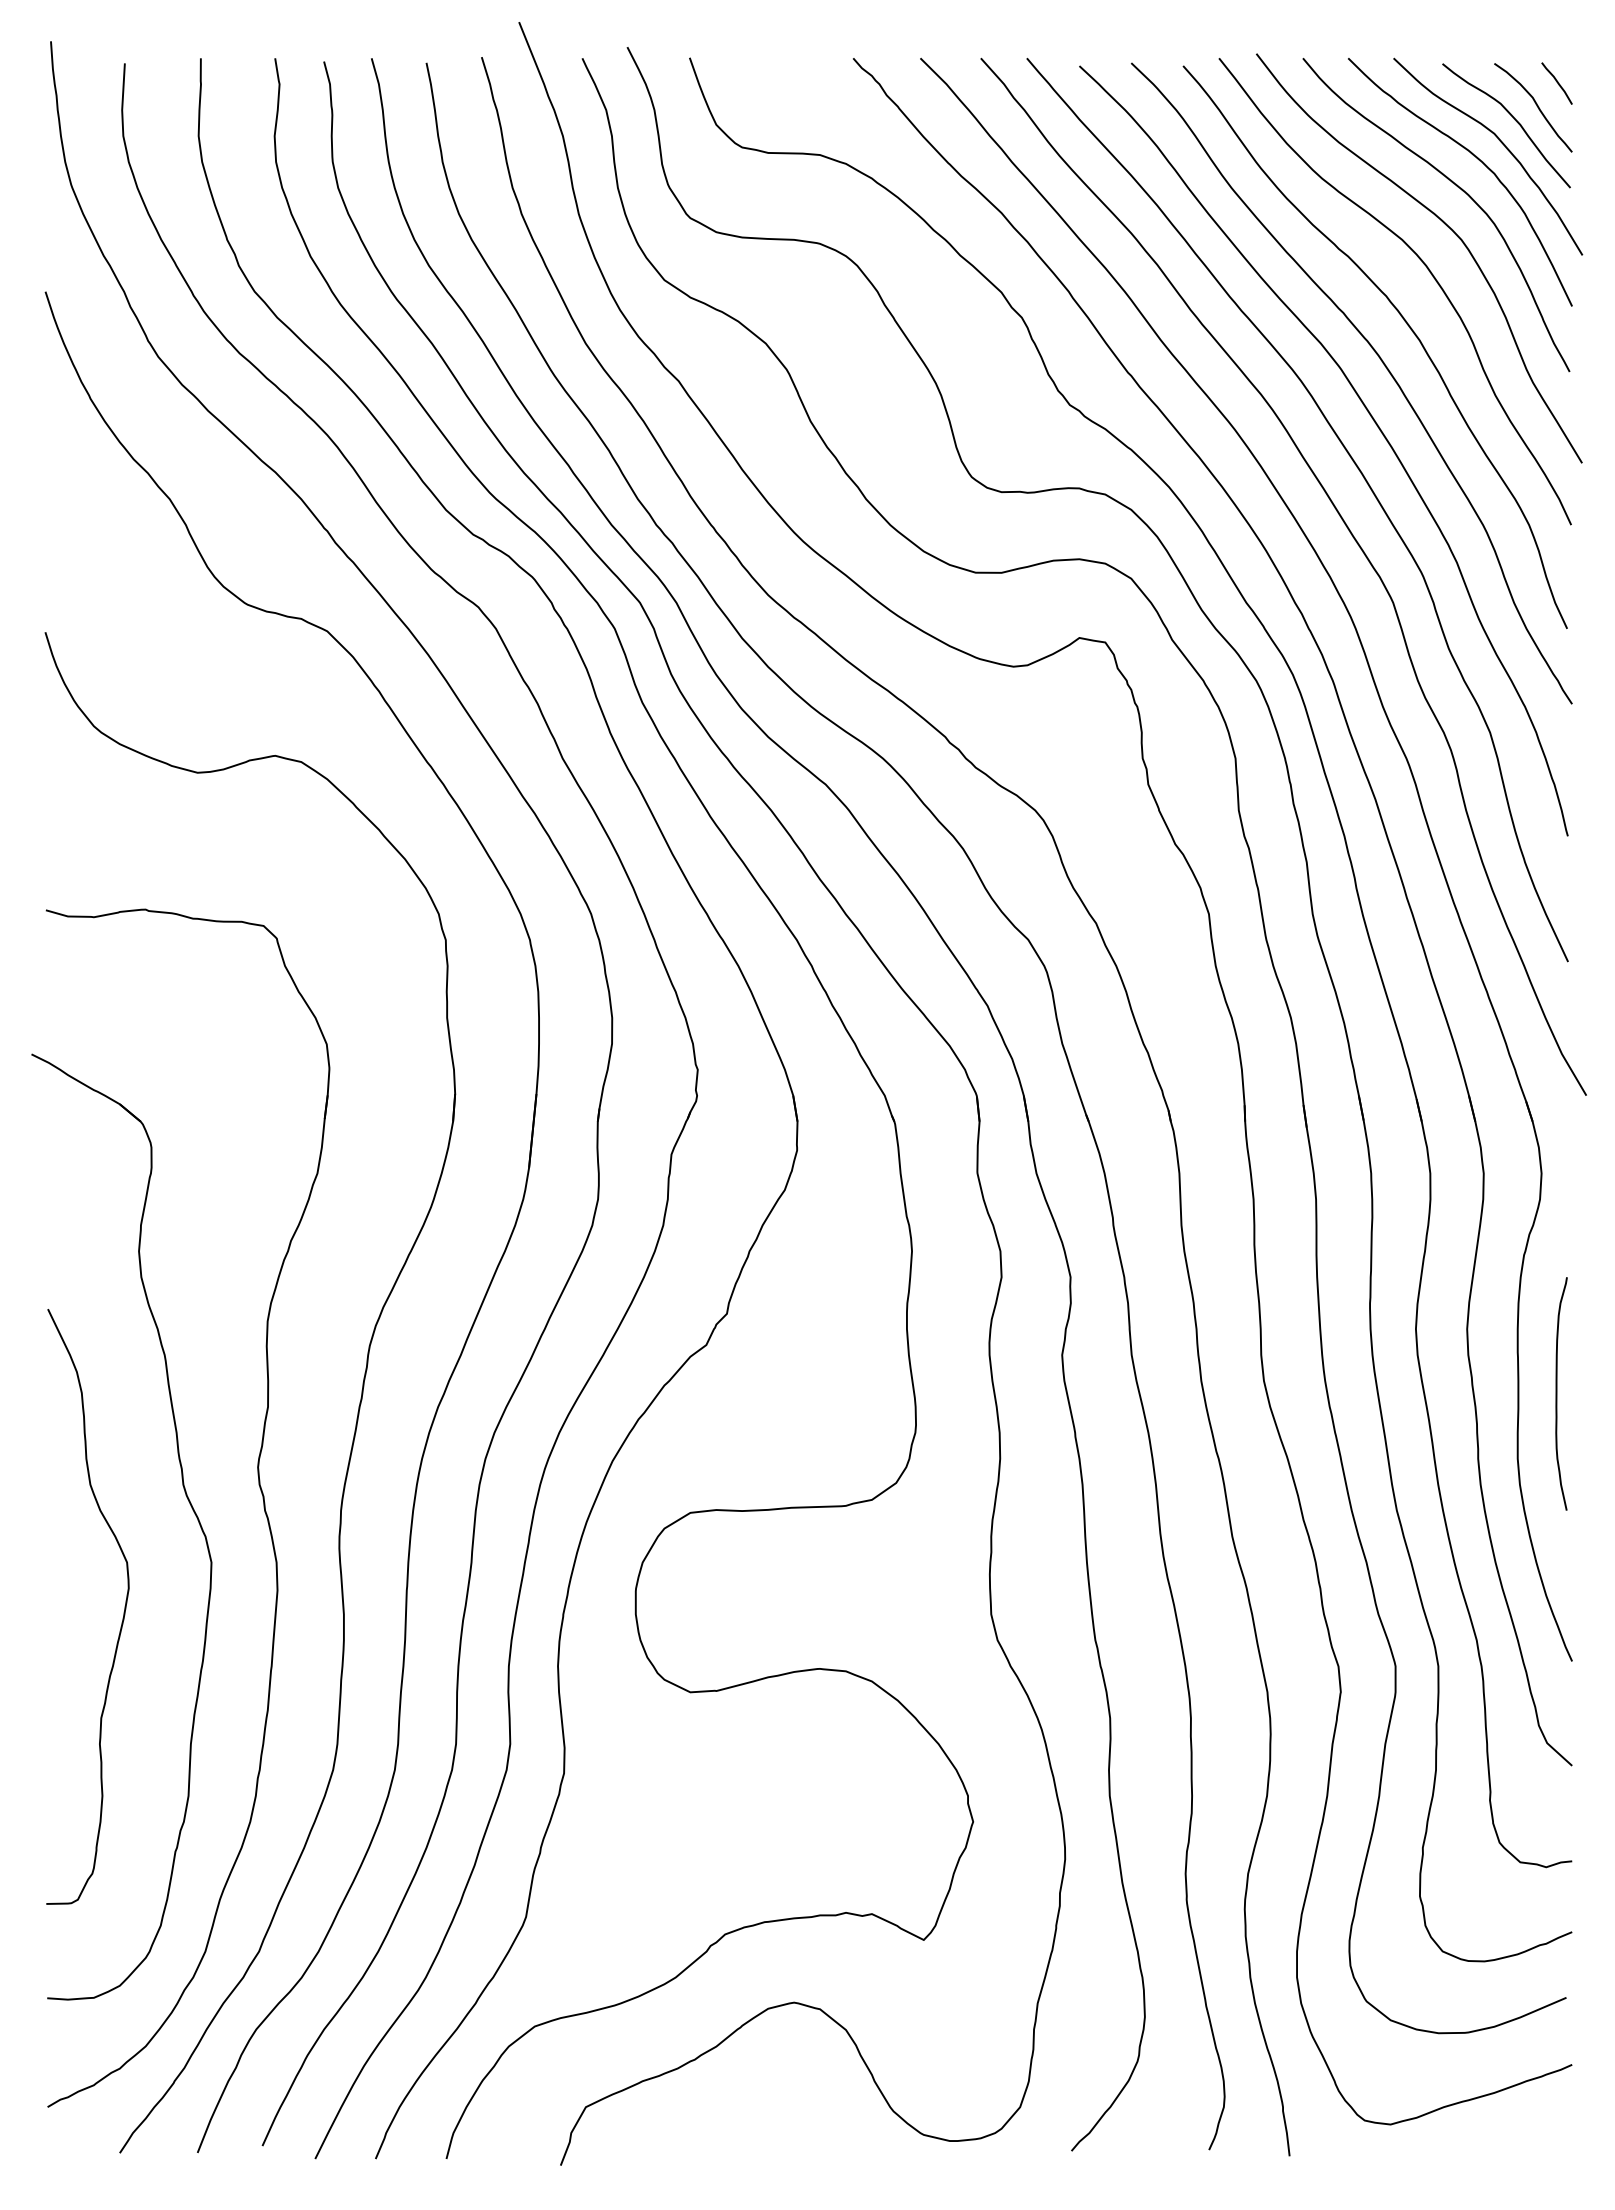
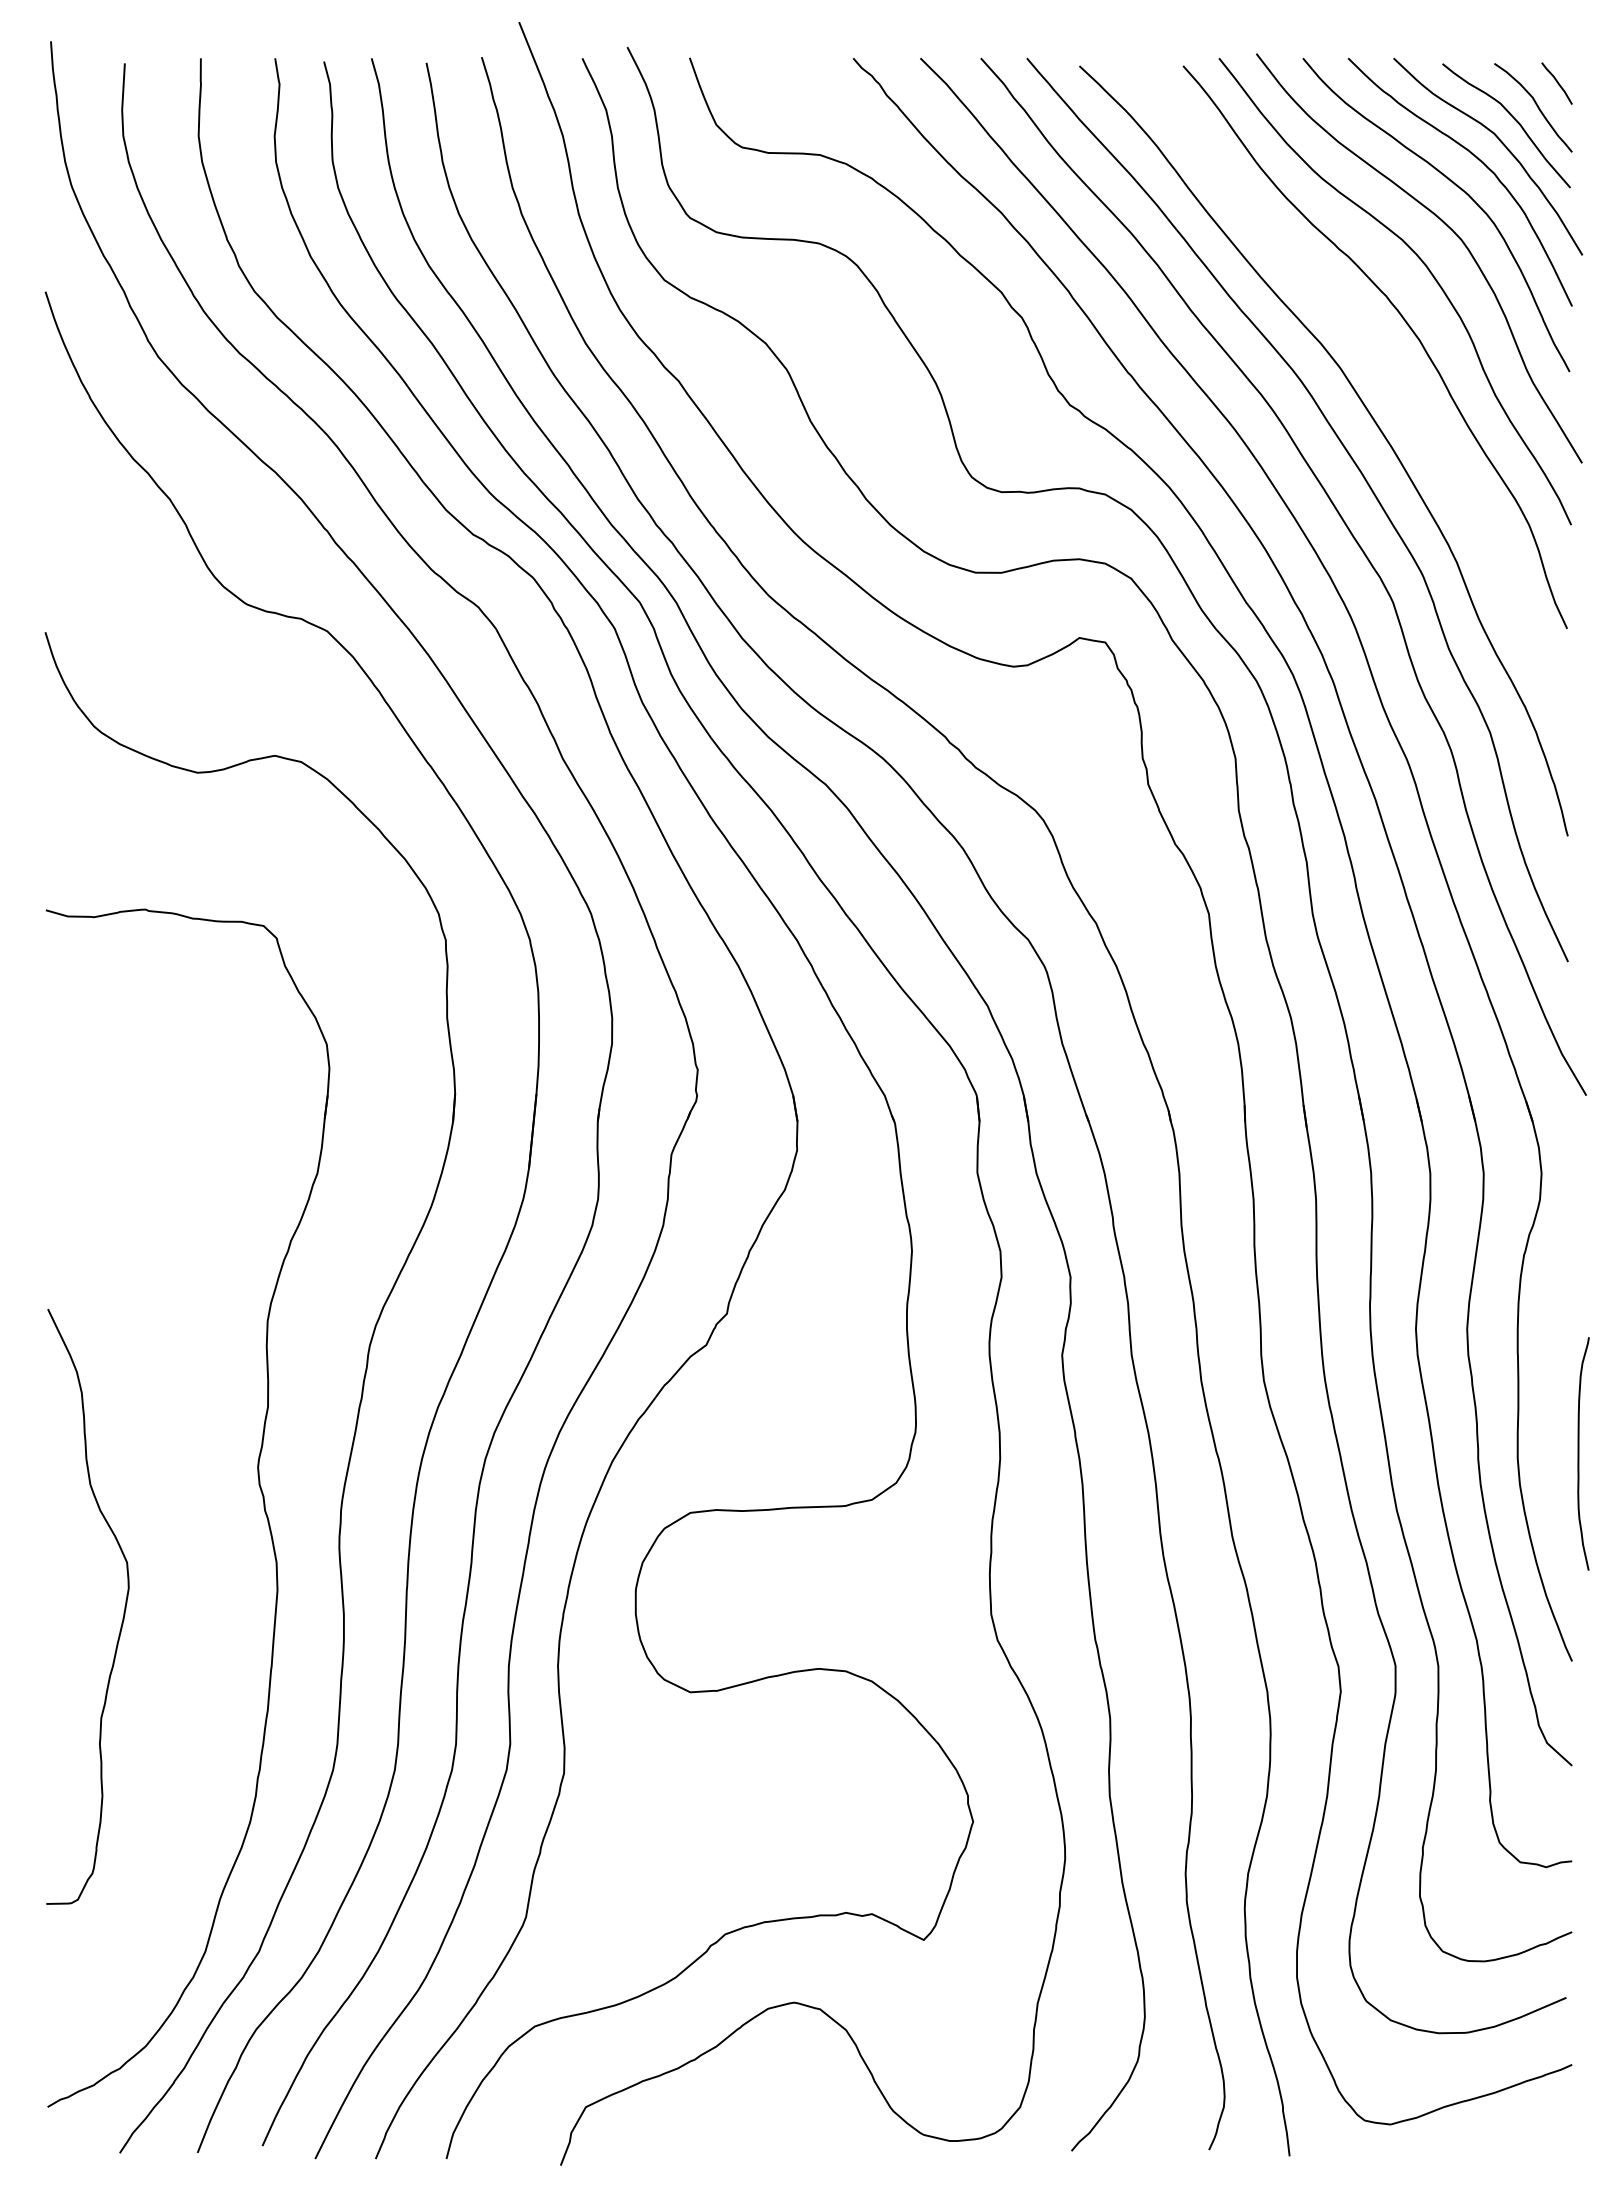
curve at (1382, 363): present -> none
curve at (1557, 1393) position: (1557, 1393) -> (1579, 1453)
part at (185, 1495): present -> none
